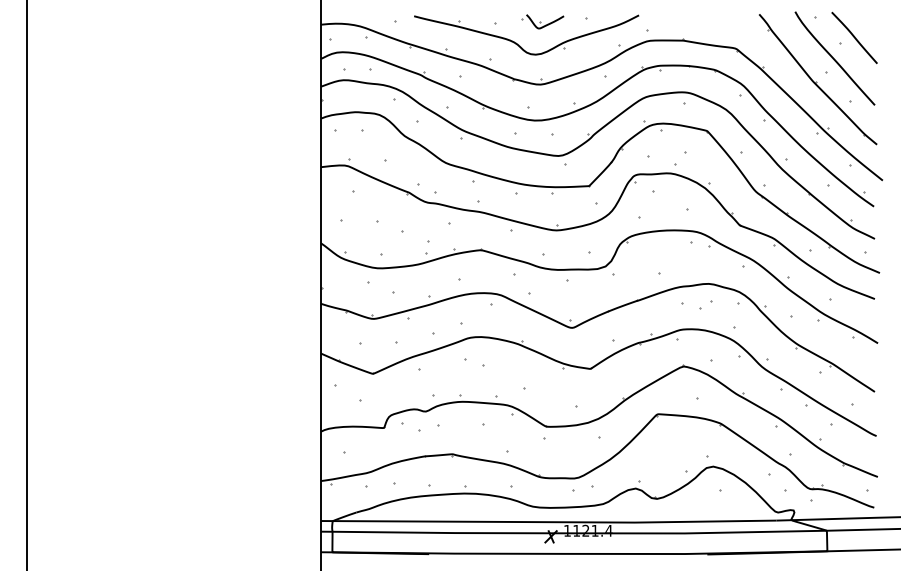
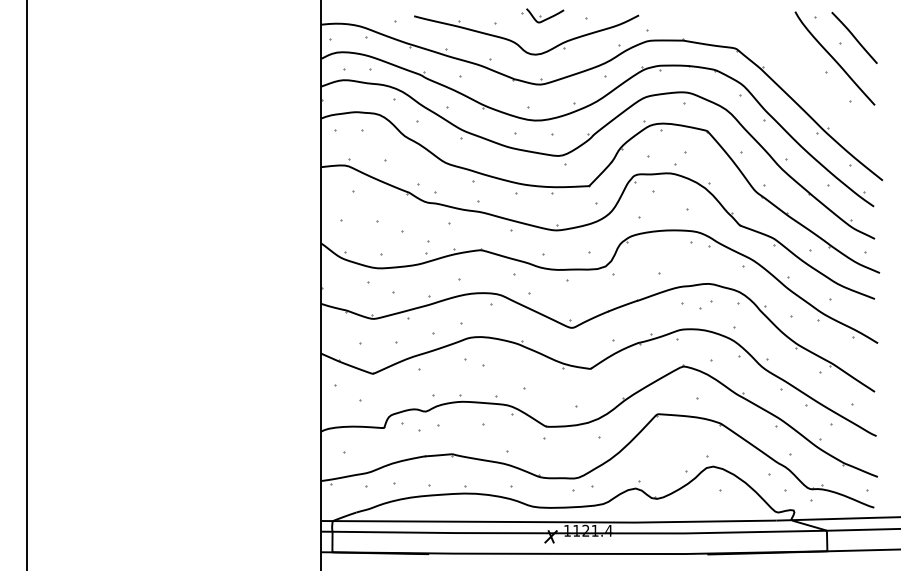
part at (542, 21) position: (542, 21) -> (542, 15)
part at (818, 79): present -> none
